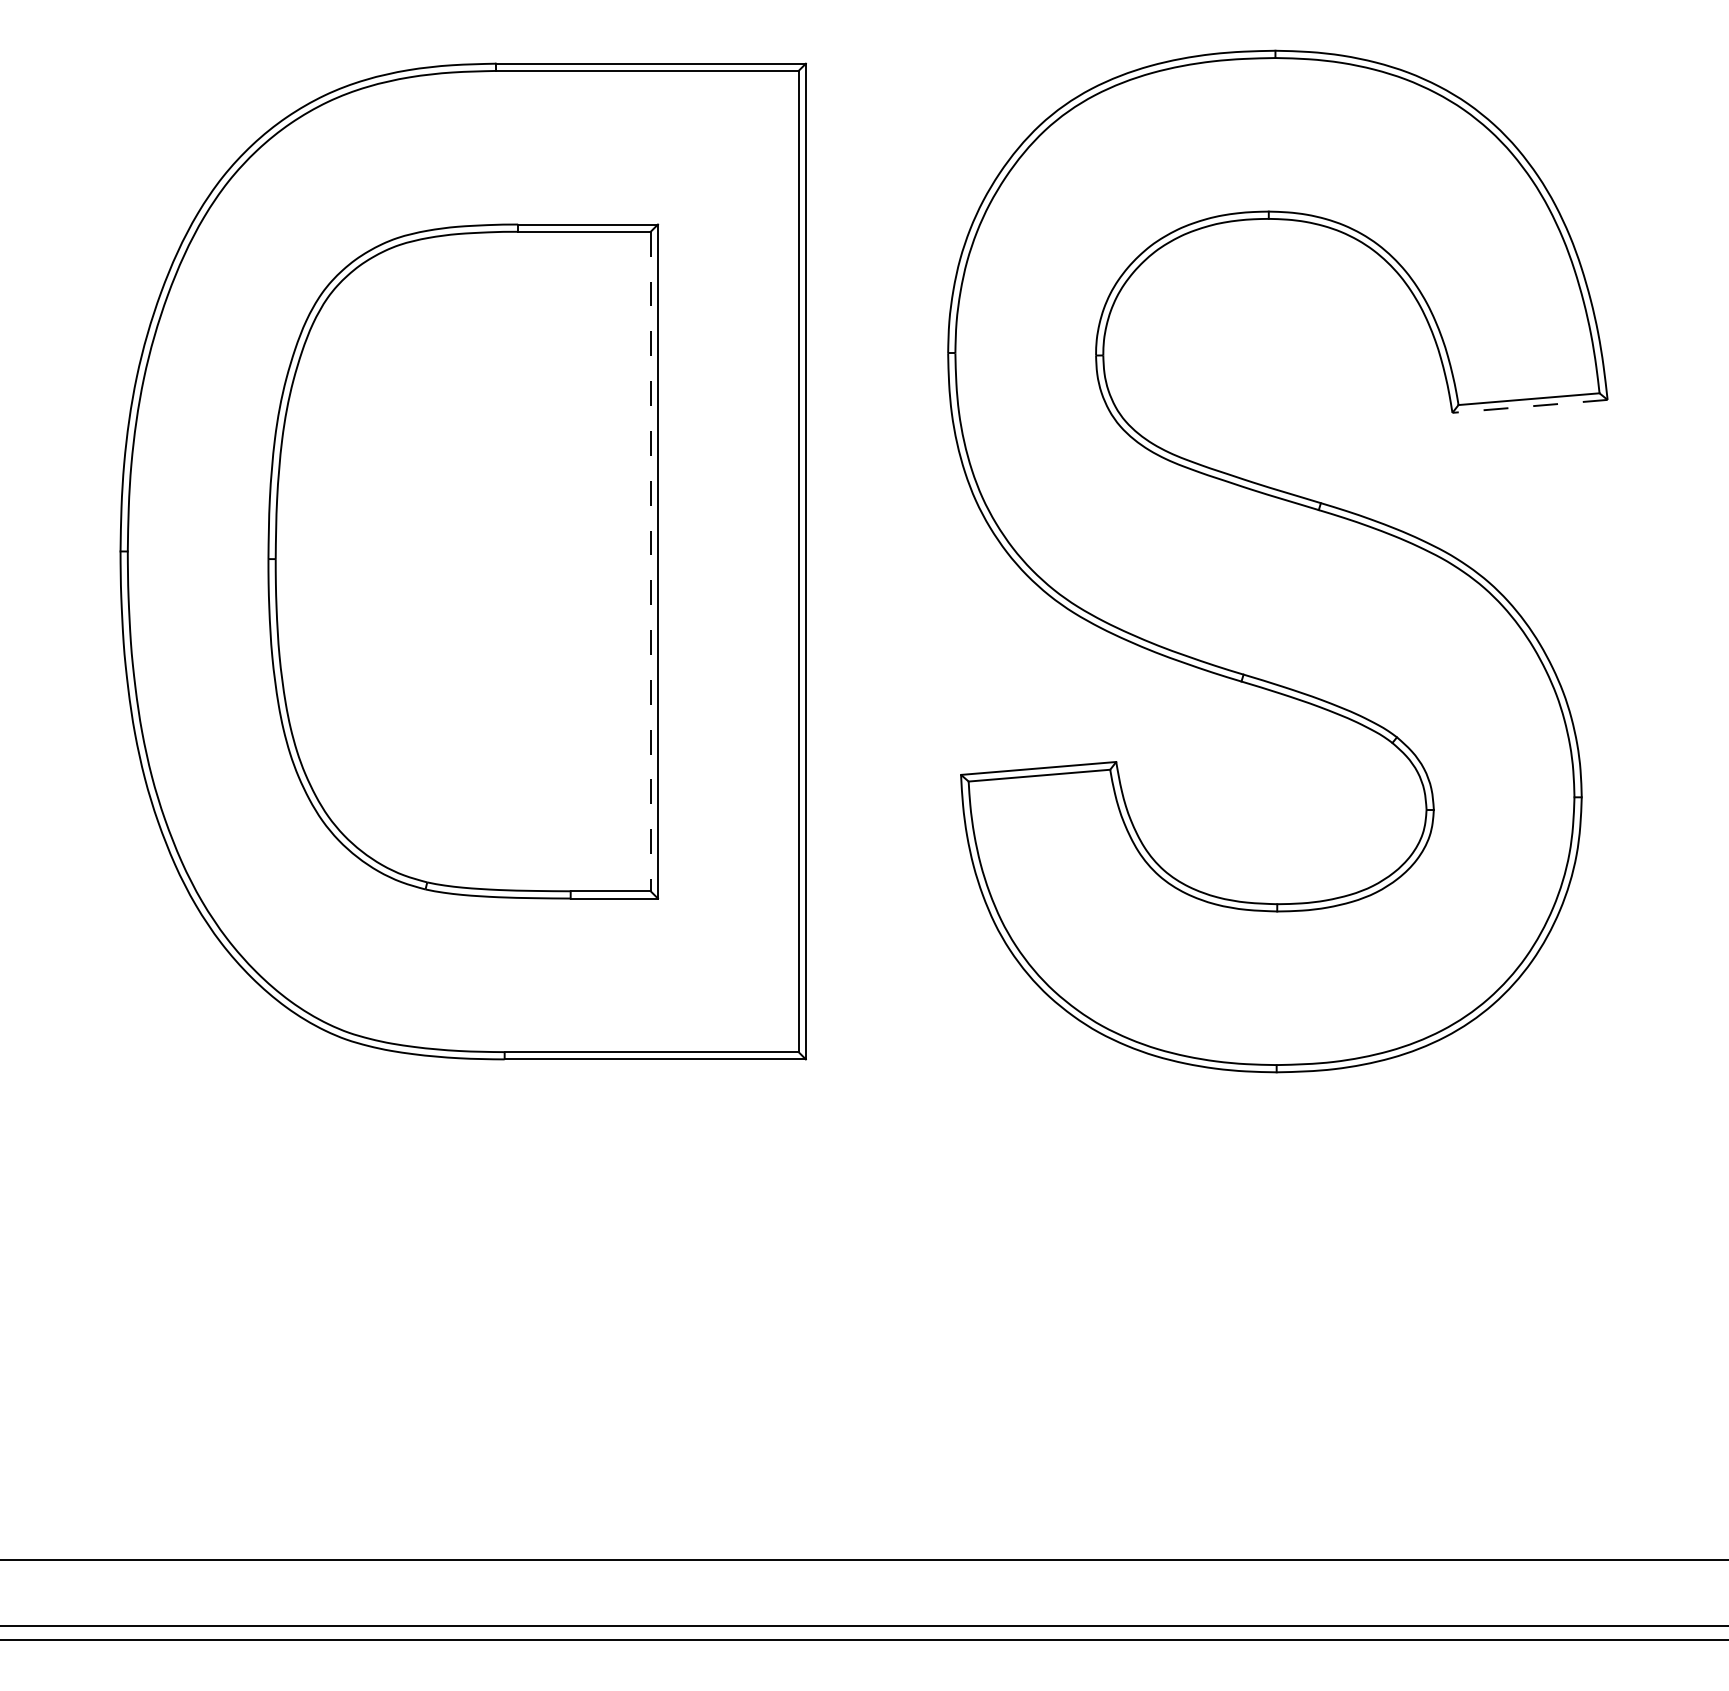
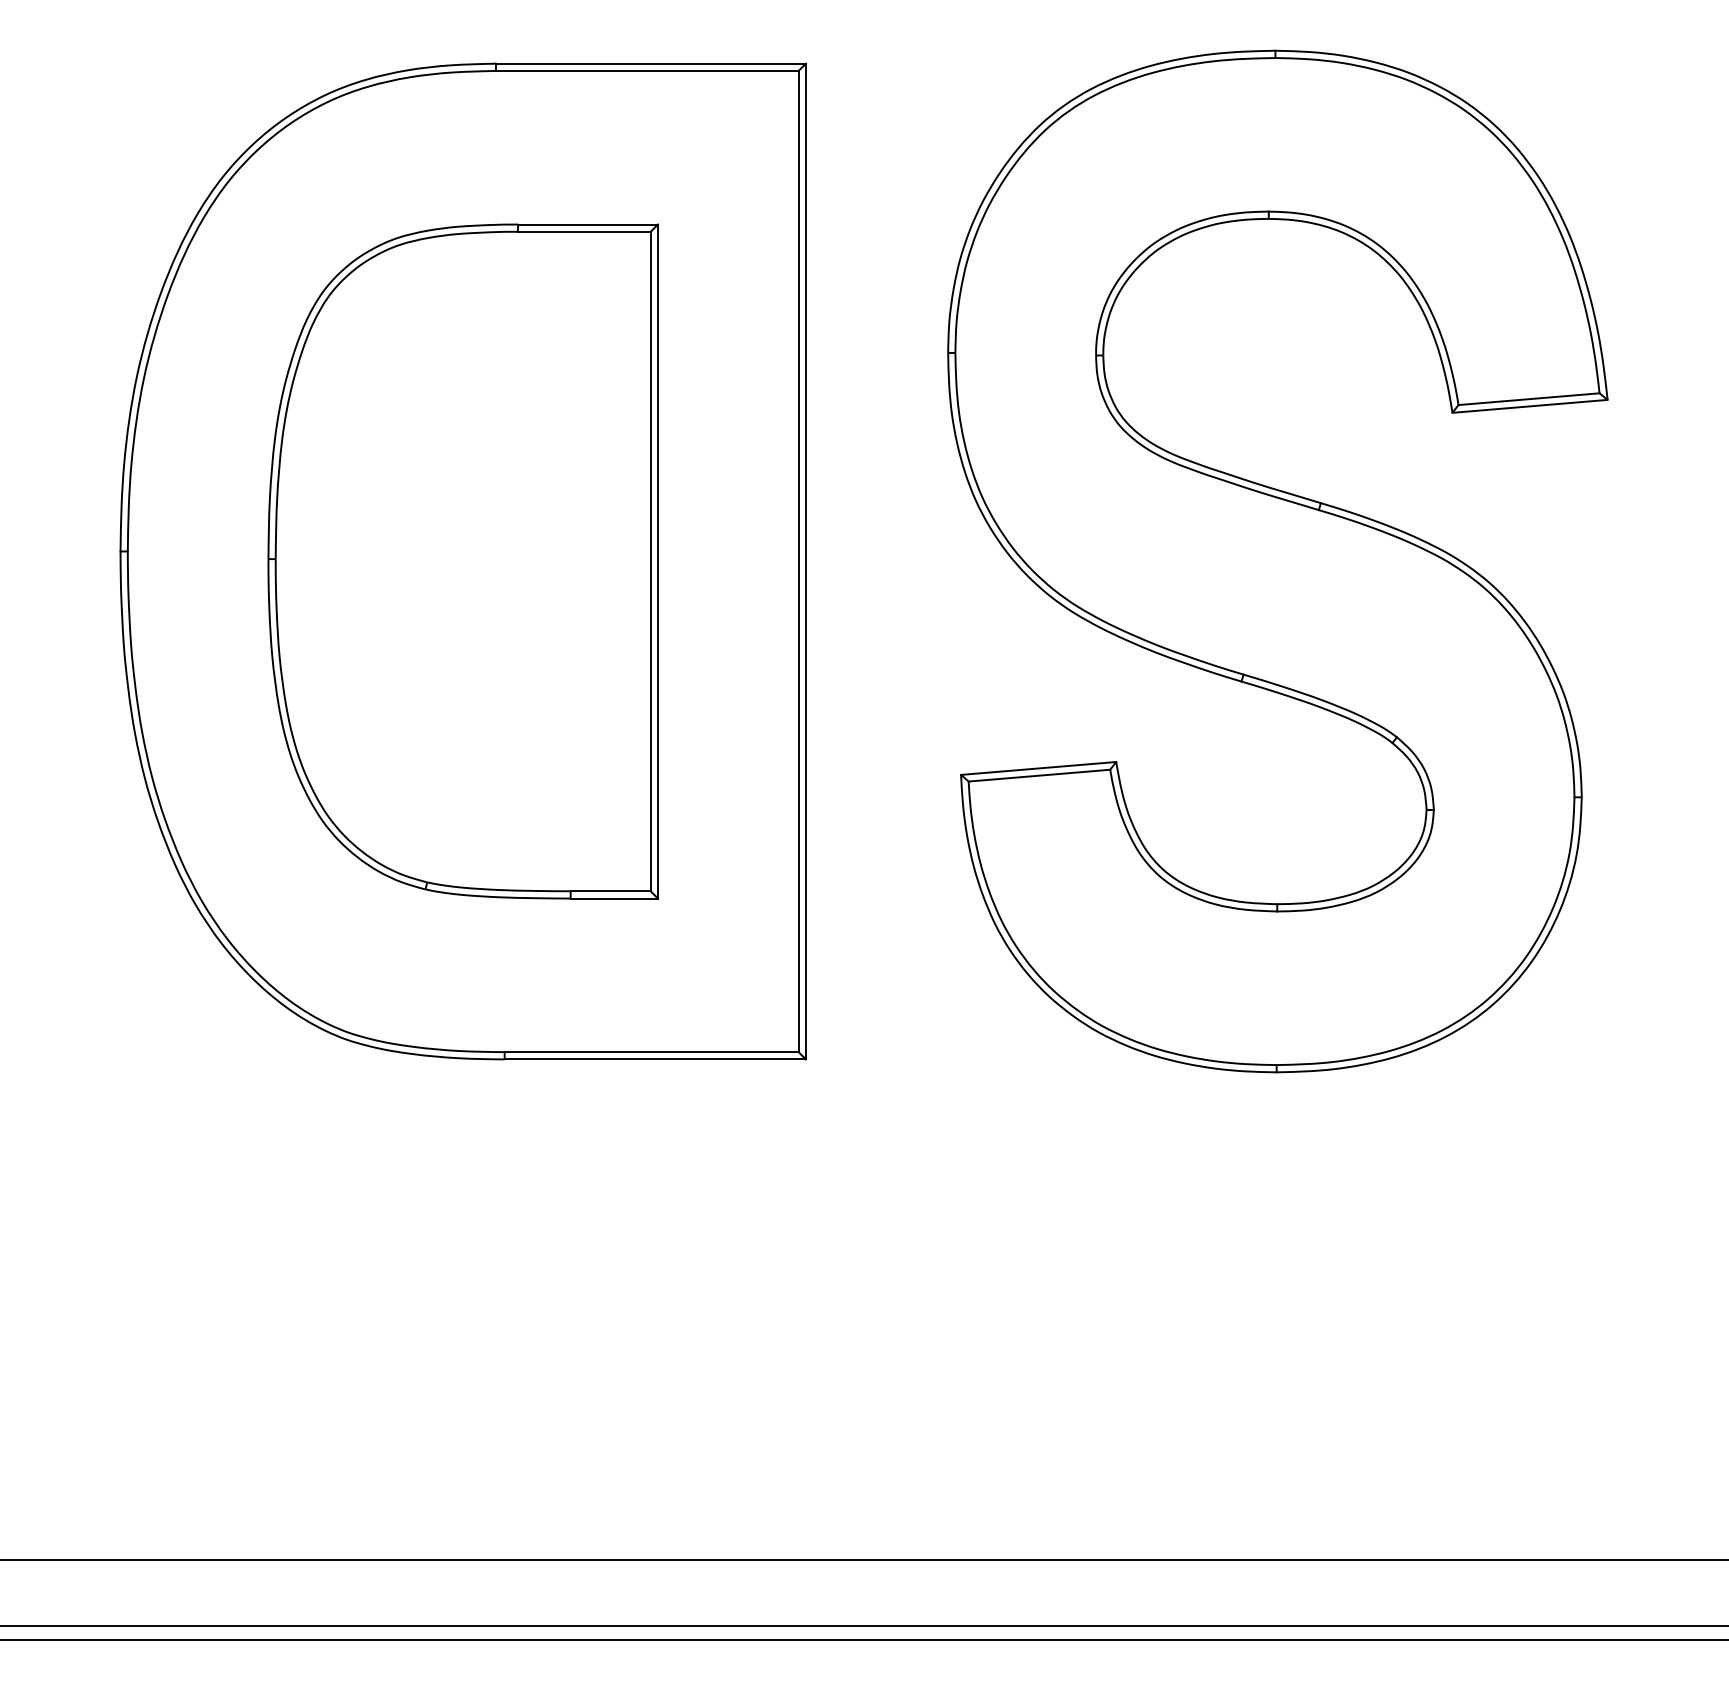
line at (1530, 406): dashed -> solid
line at (650, 561): dashed -> solid
